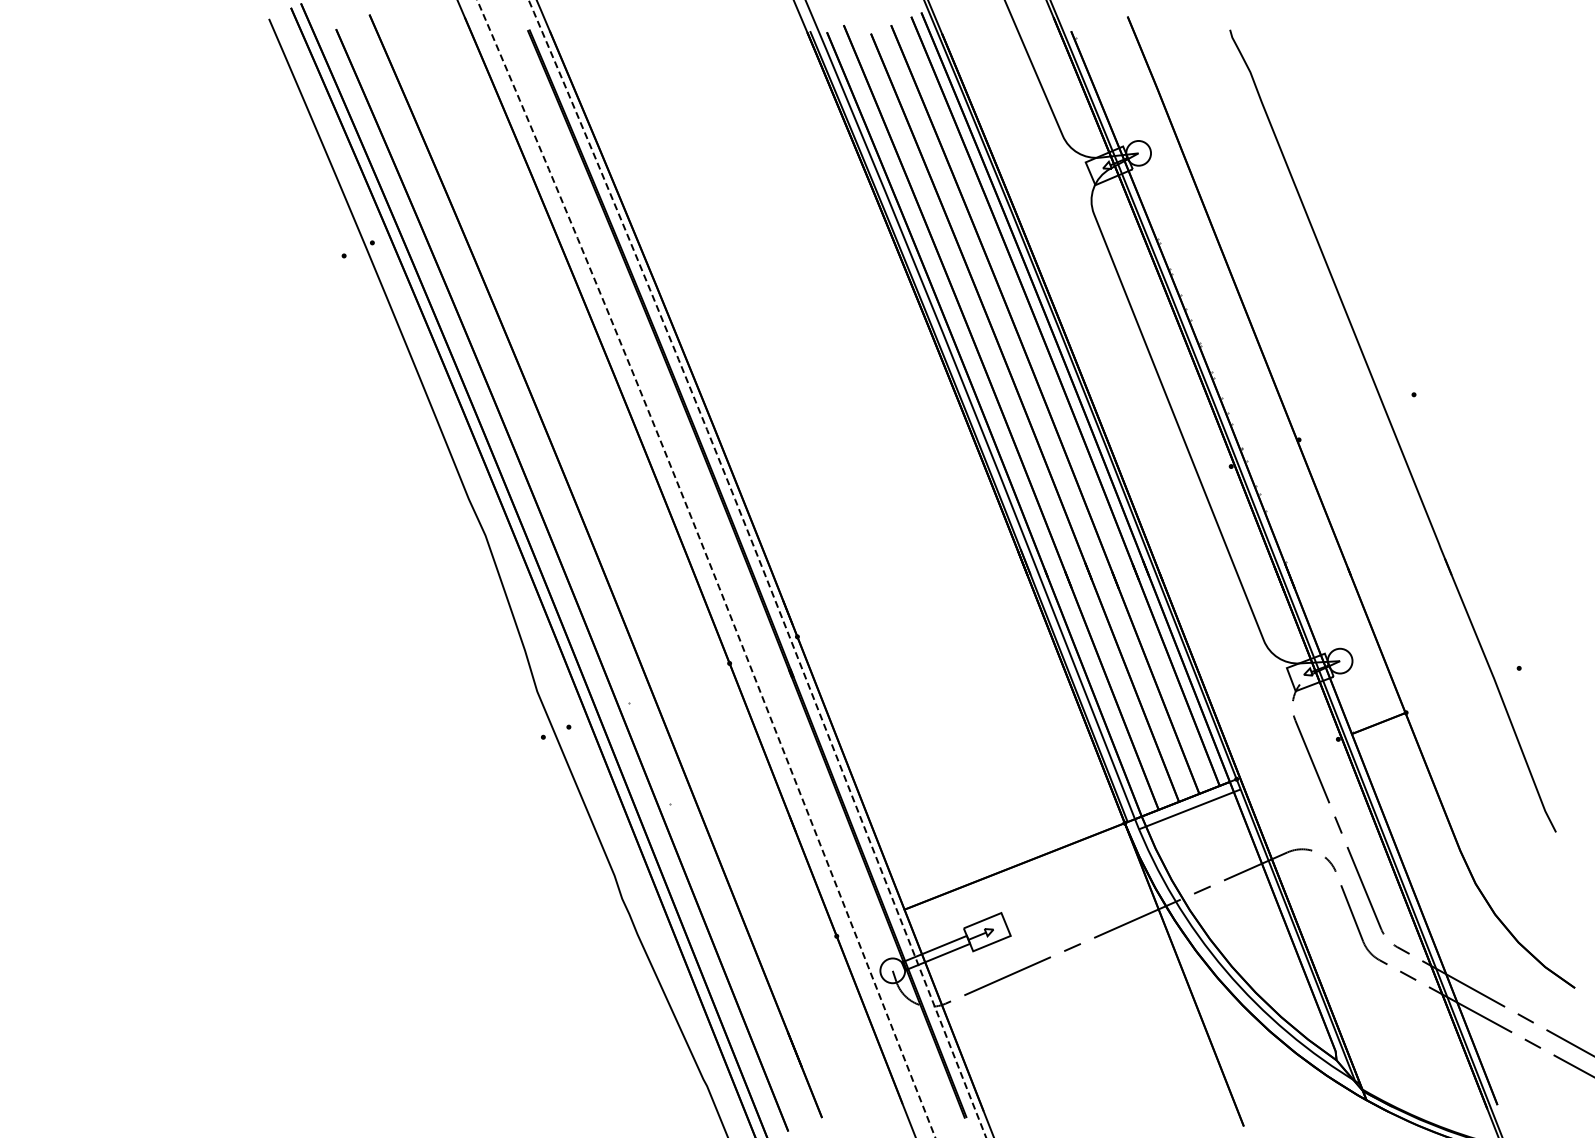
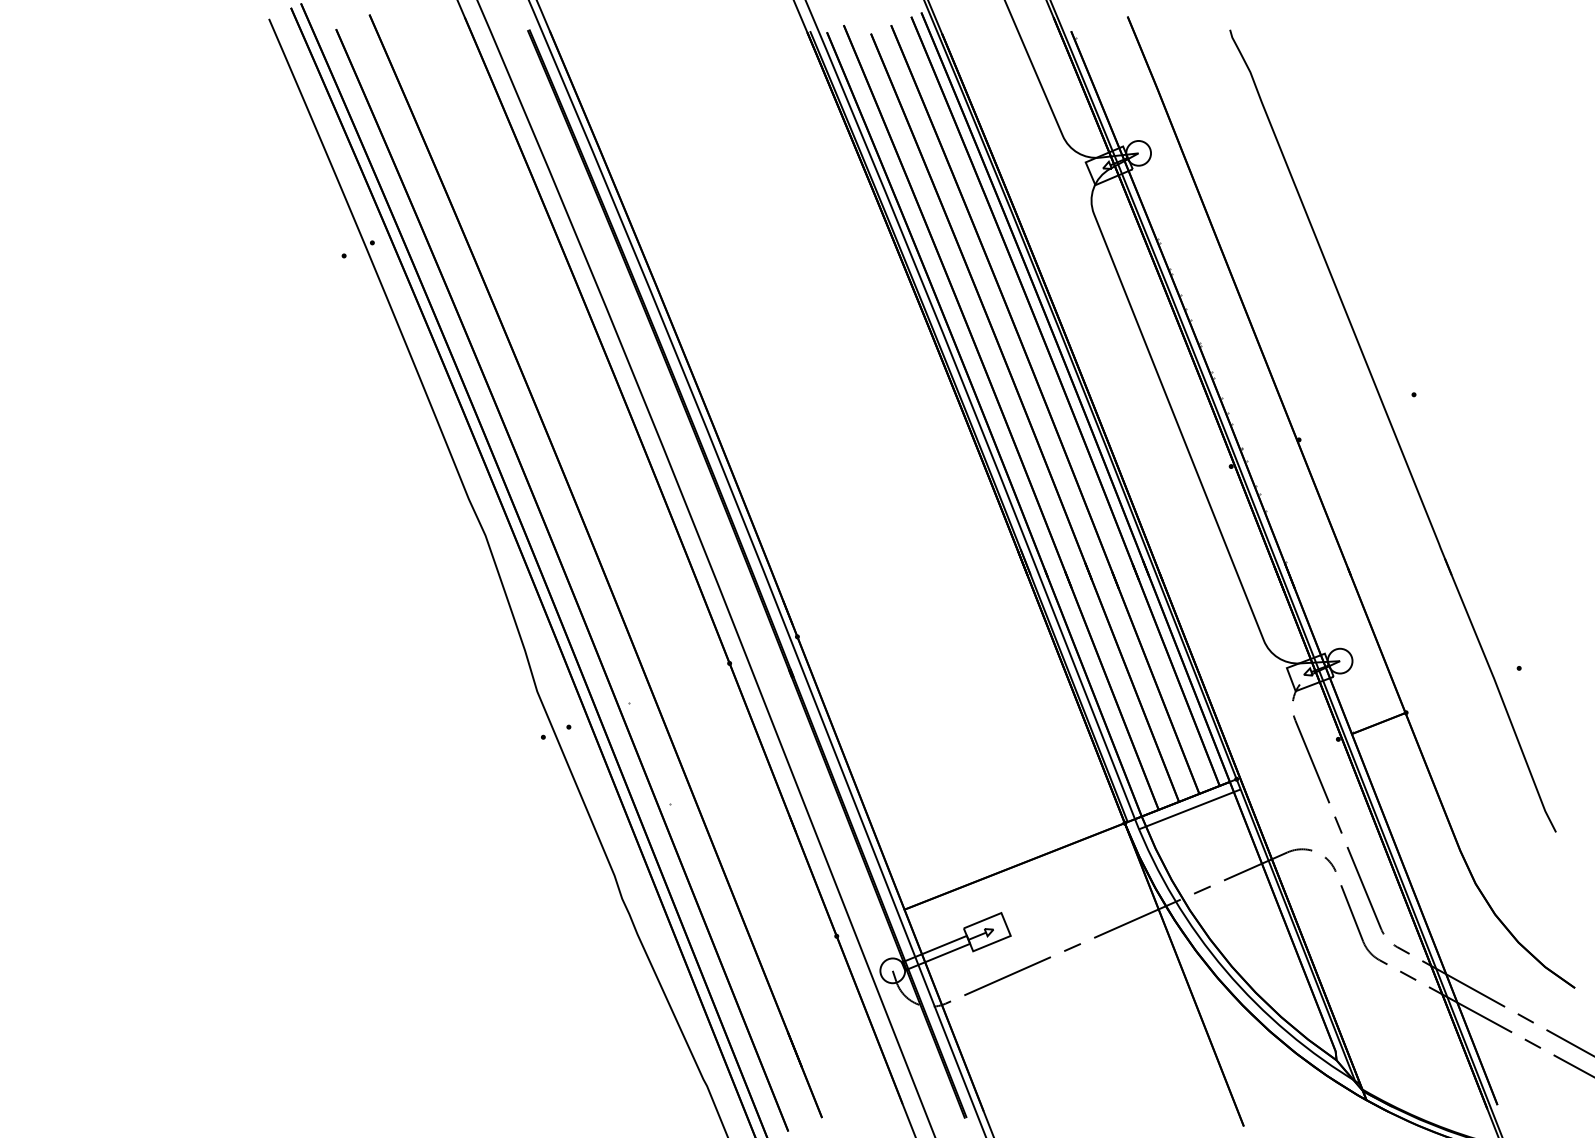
line at (709, 564): dashed -> solid
line at (761, 565): dashed -> solid
